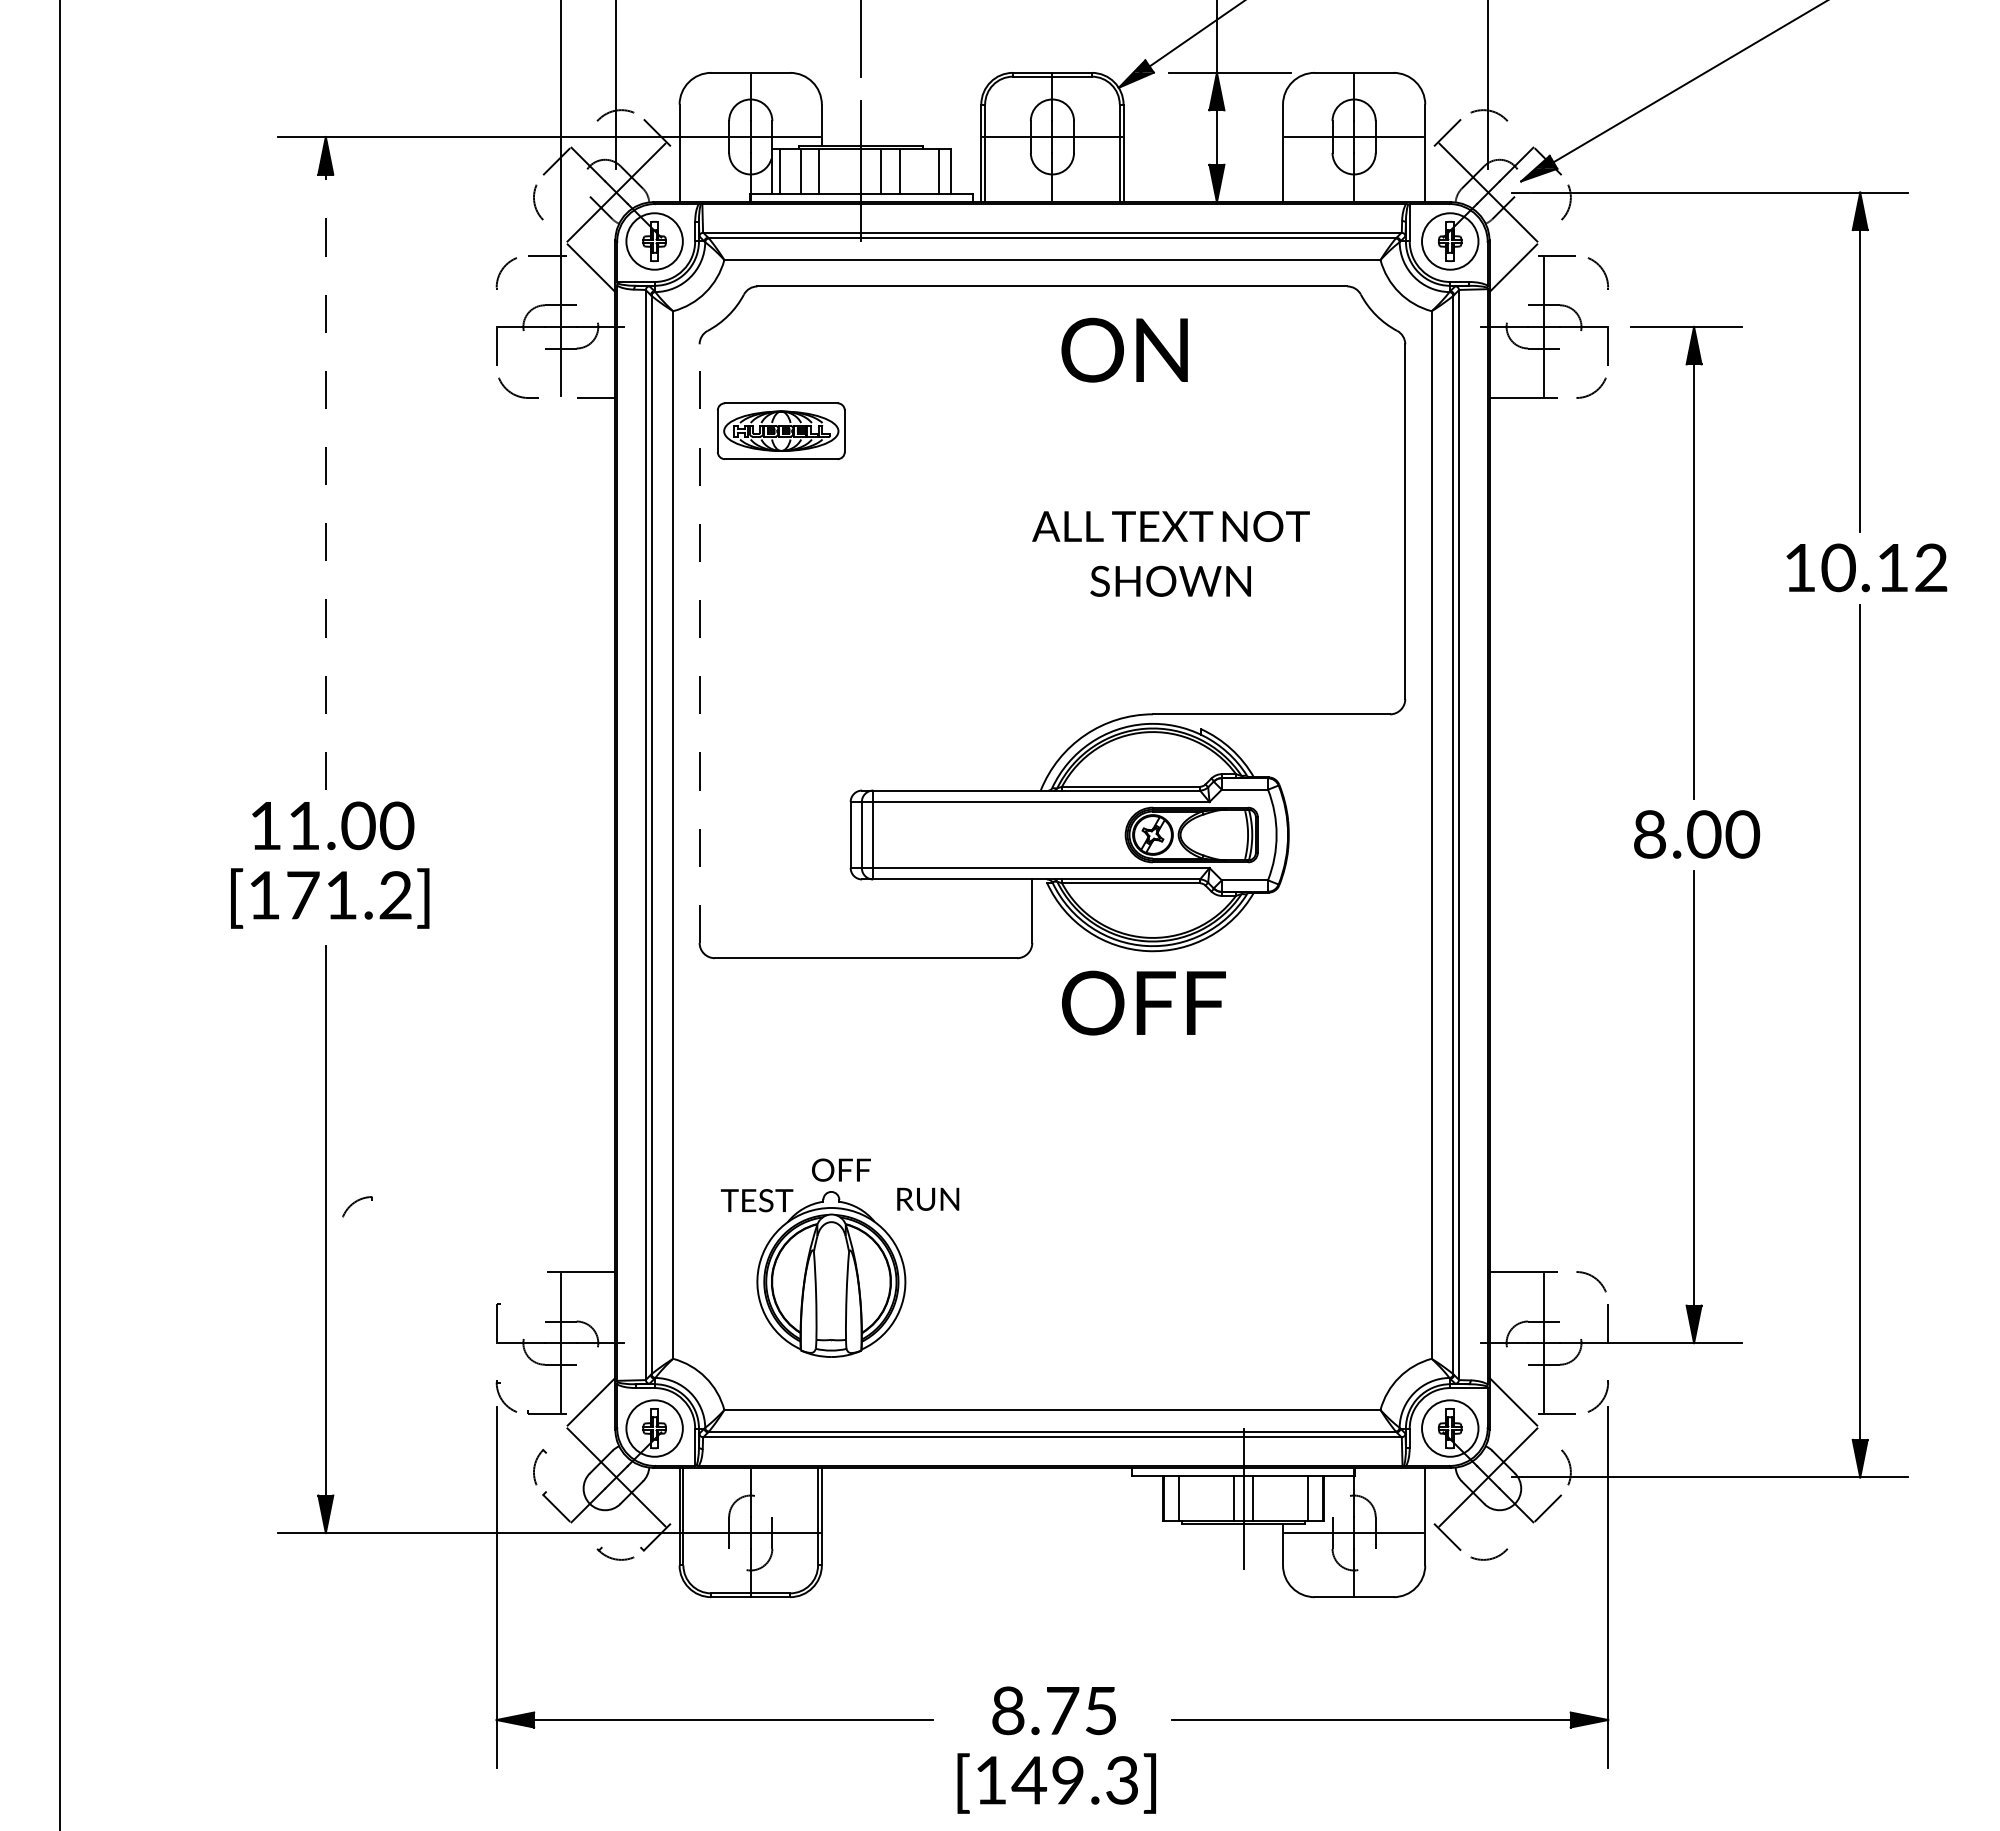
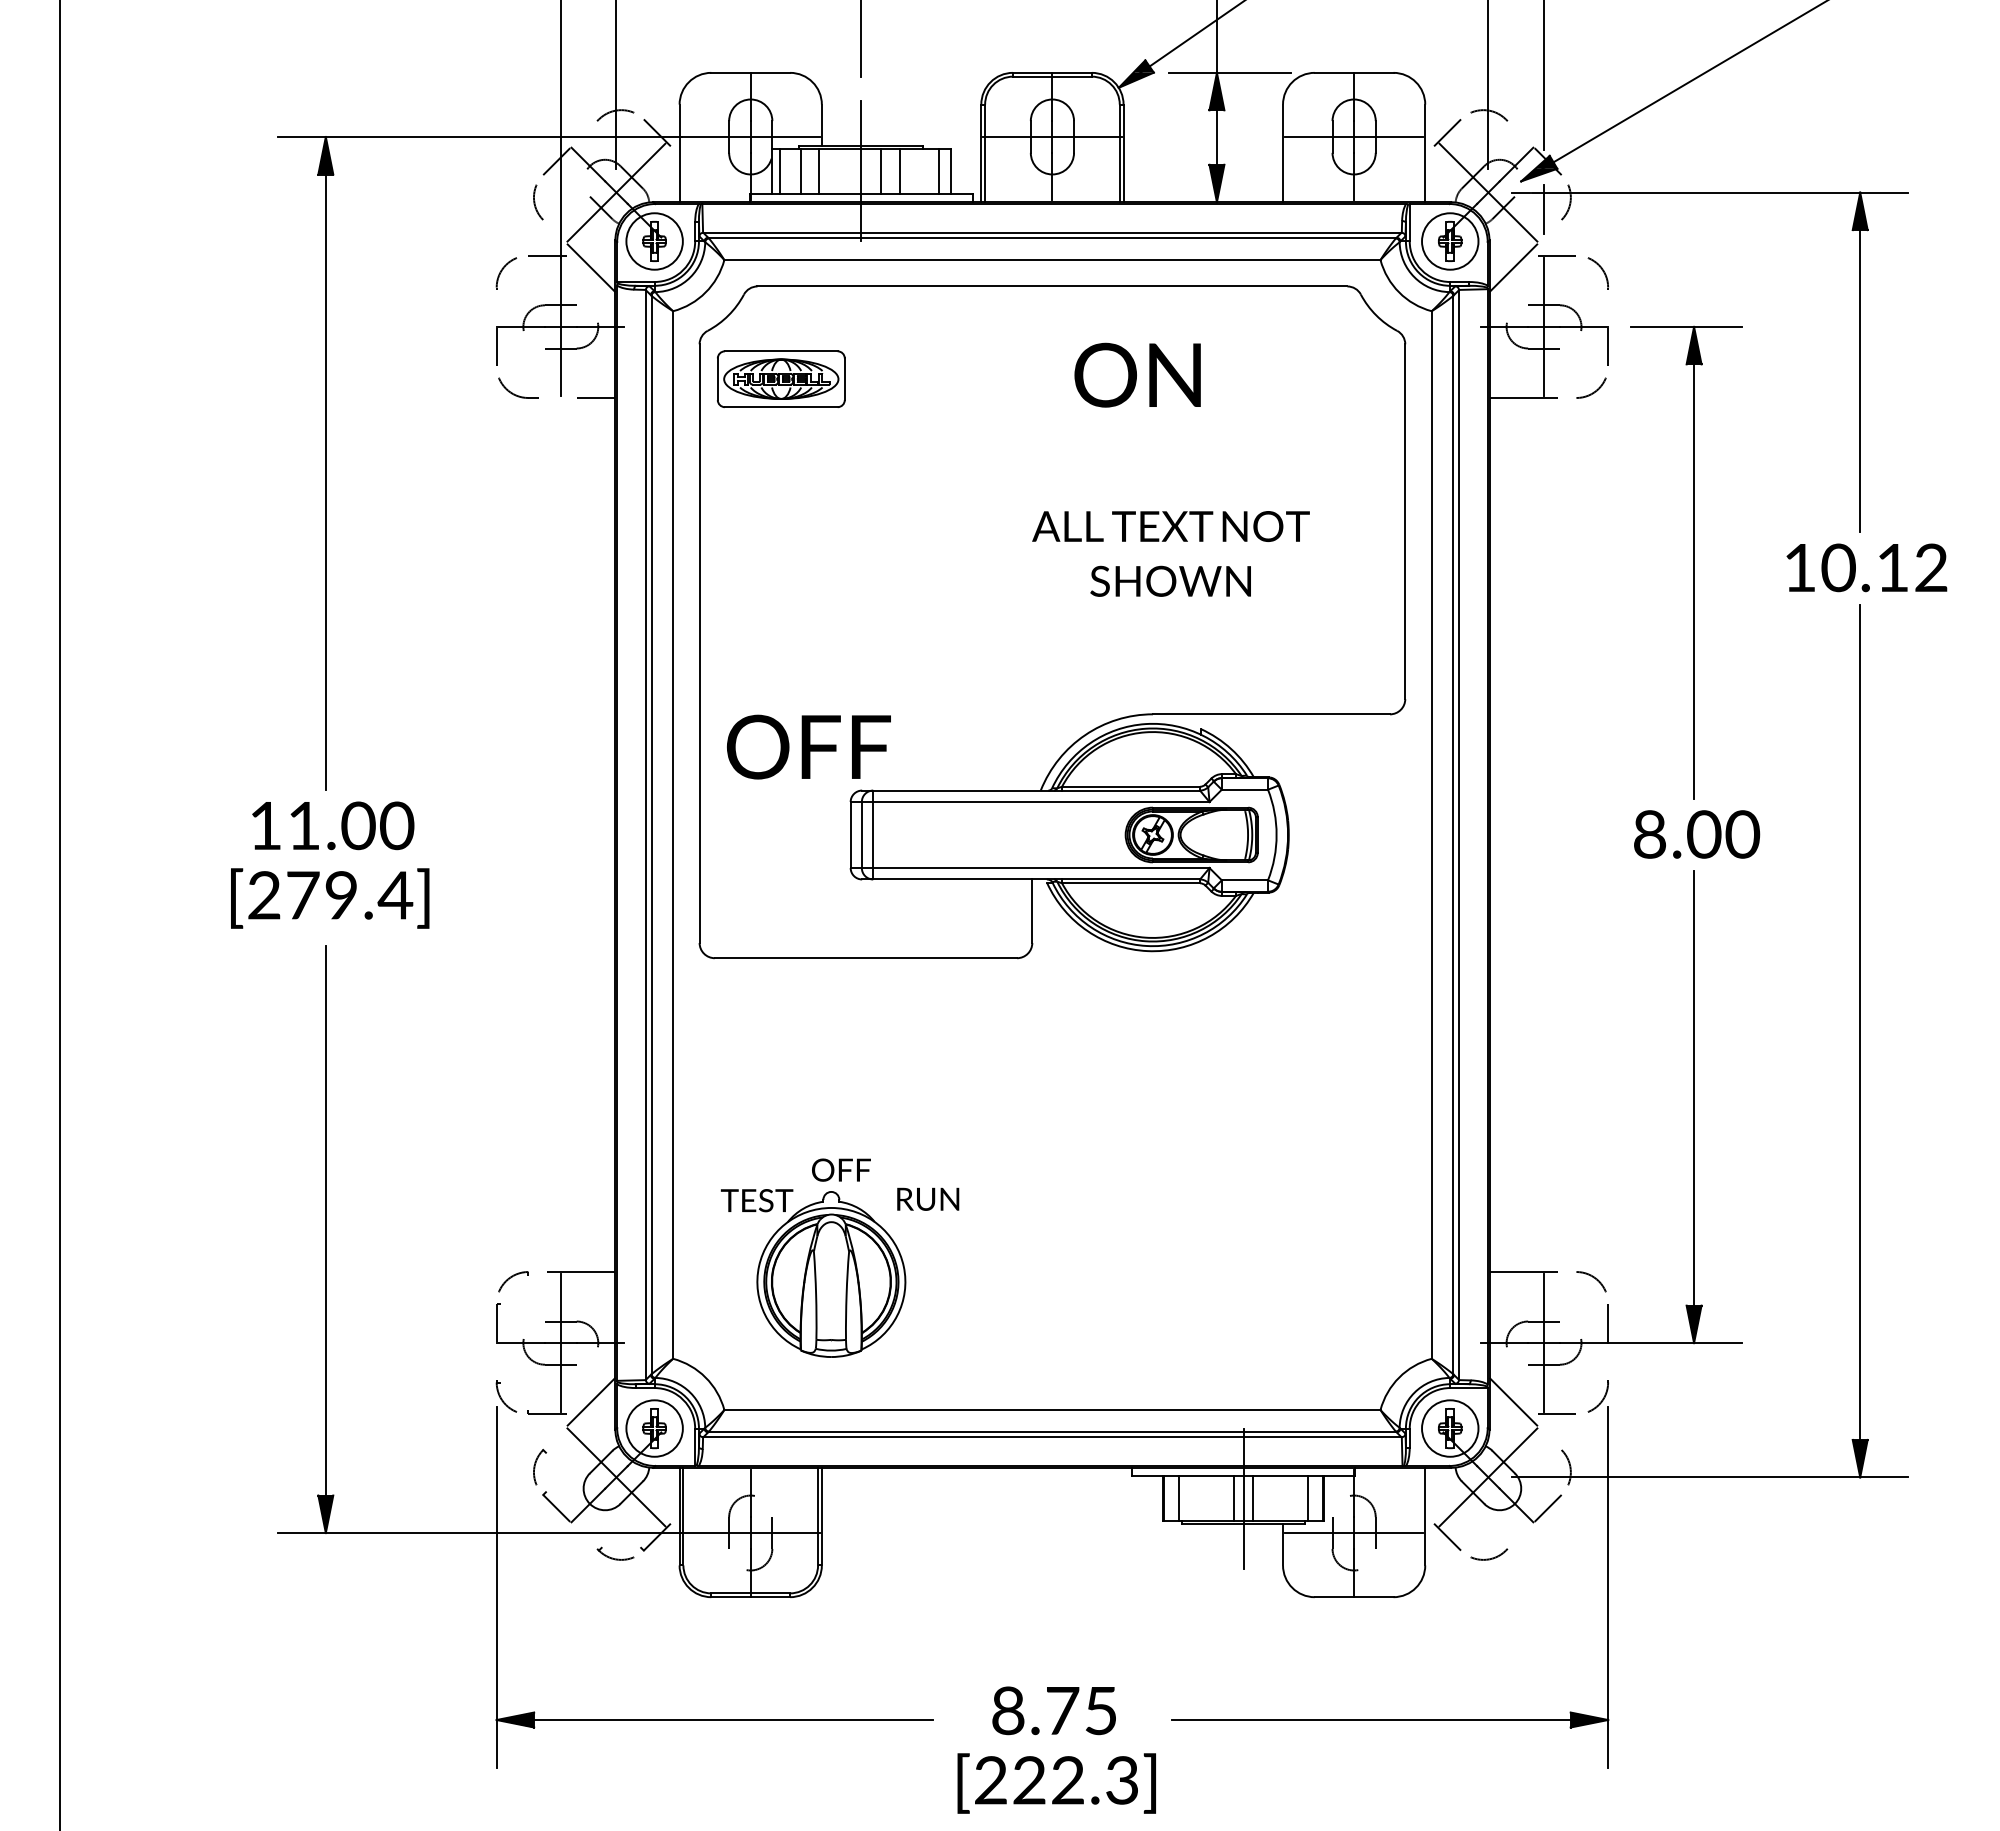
line at (1544, 76): none -> present
line at (1544, 209): none -> present
text at (1124, 349) position: (1124, 349) -> (1137, 374)
part at (781, 430) position: (781, 430) -> (781, 378)
line at (325, 482): dashed -> solid
line at (699, 643): dashed -> solid
text at (330, 895): [171.2] -> [279.4]
text at (1143, 1002) position: (1143, 1002) -> (808, 746)
part at (357, 1206) position: (357, 1206) -> (513, 1281)
text at (1029, 1780): [149.3] -> [222.3]
